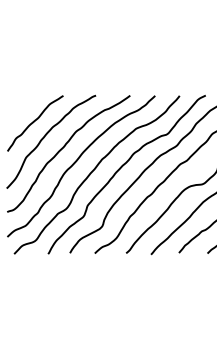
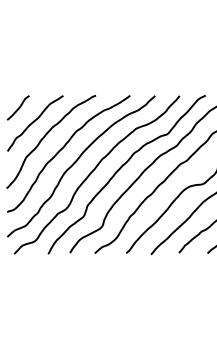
curve at (18, 107): none -> present
